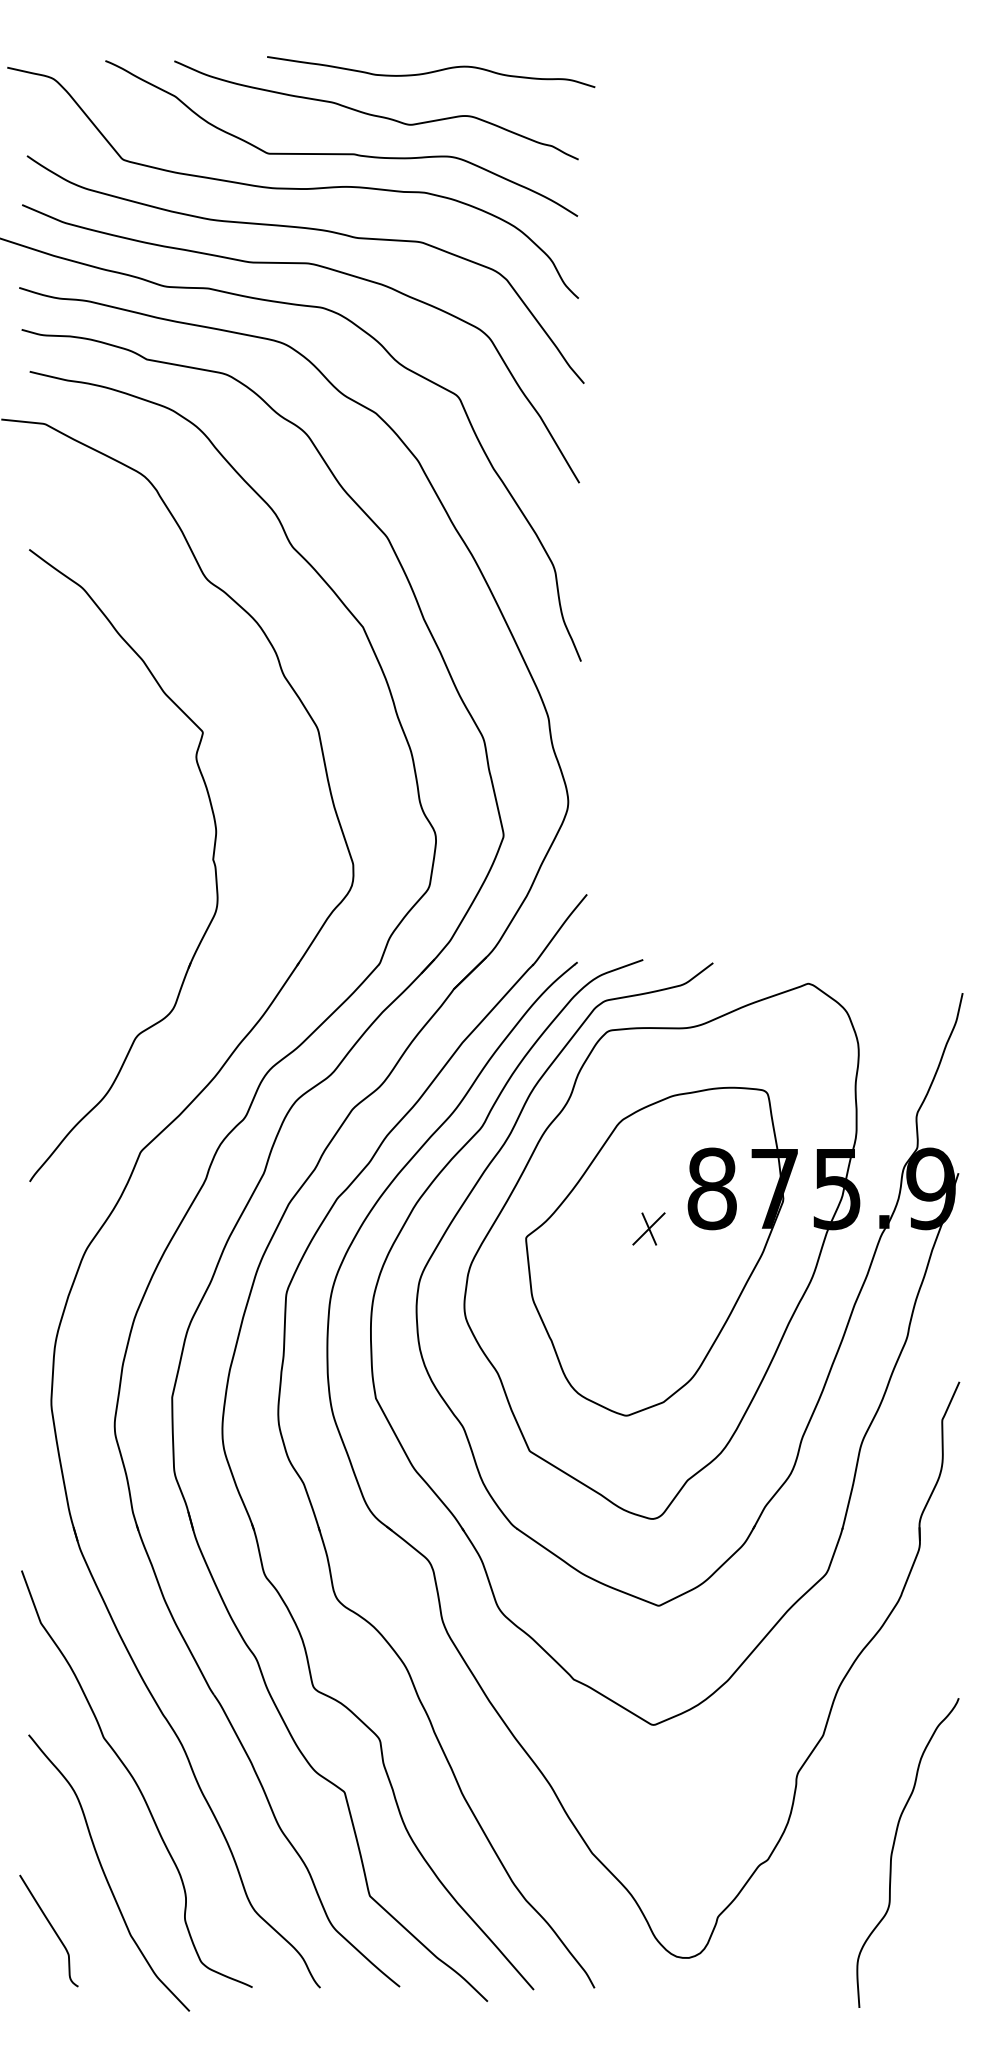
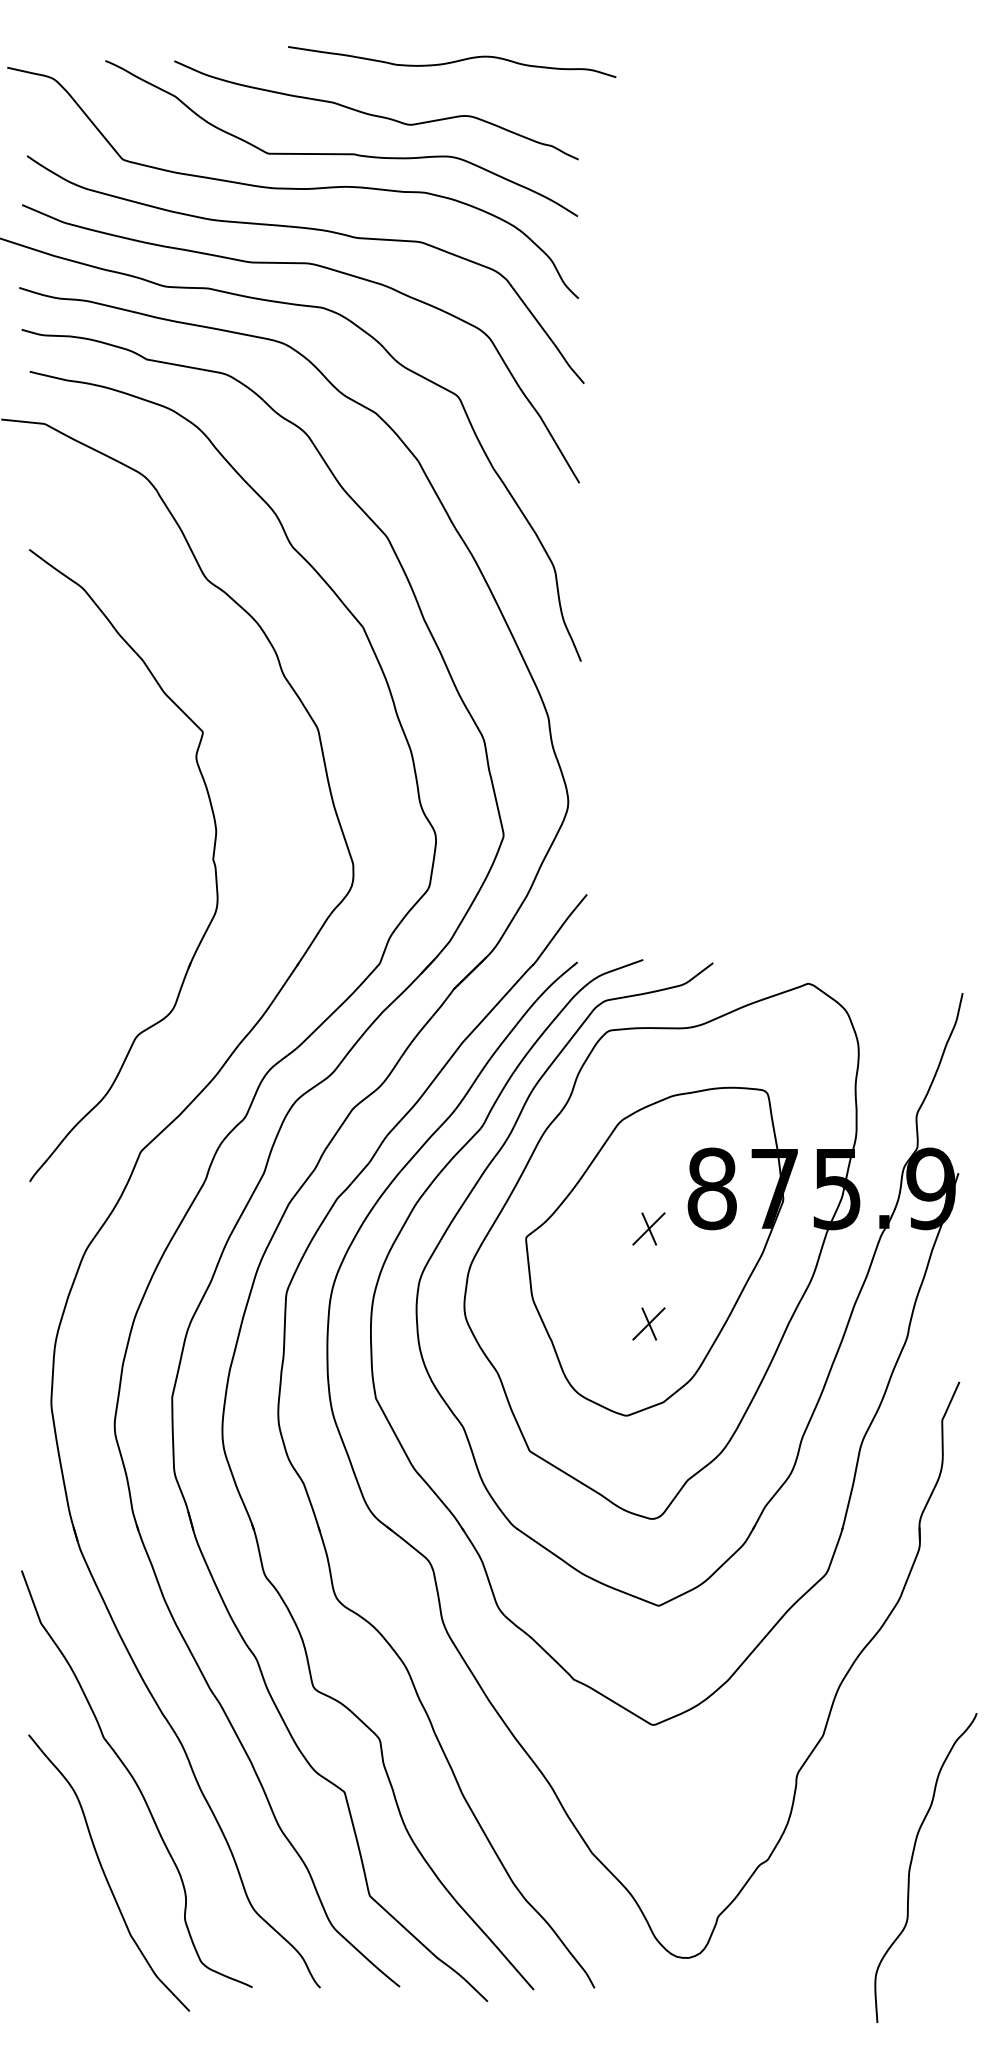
curve at (431, 72) position: (431, 72) -> (452, 62)
part at (648, 1323): none -> present
curve at (893, 1851) position: (893, 1851) -> (911, 1866)
curve at (52, 1929): present -> none
